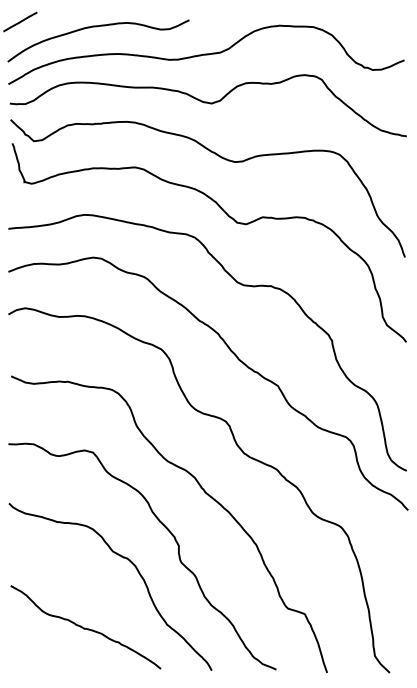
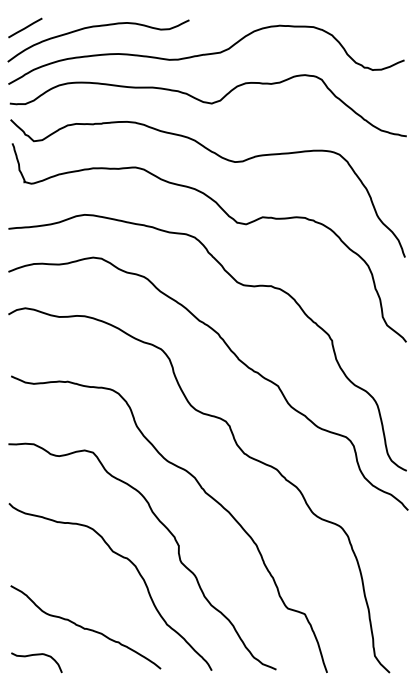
line at (20, 21) position: (20, 21) -> (25, 27)
curve at (36, 655): none -> present
